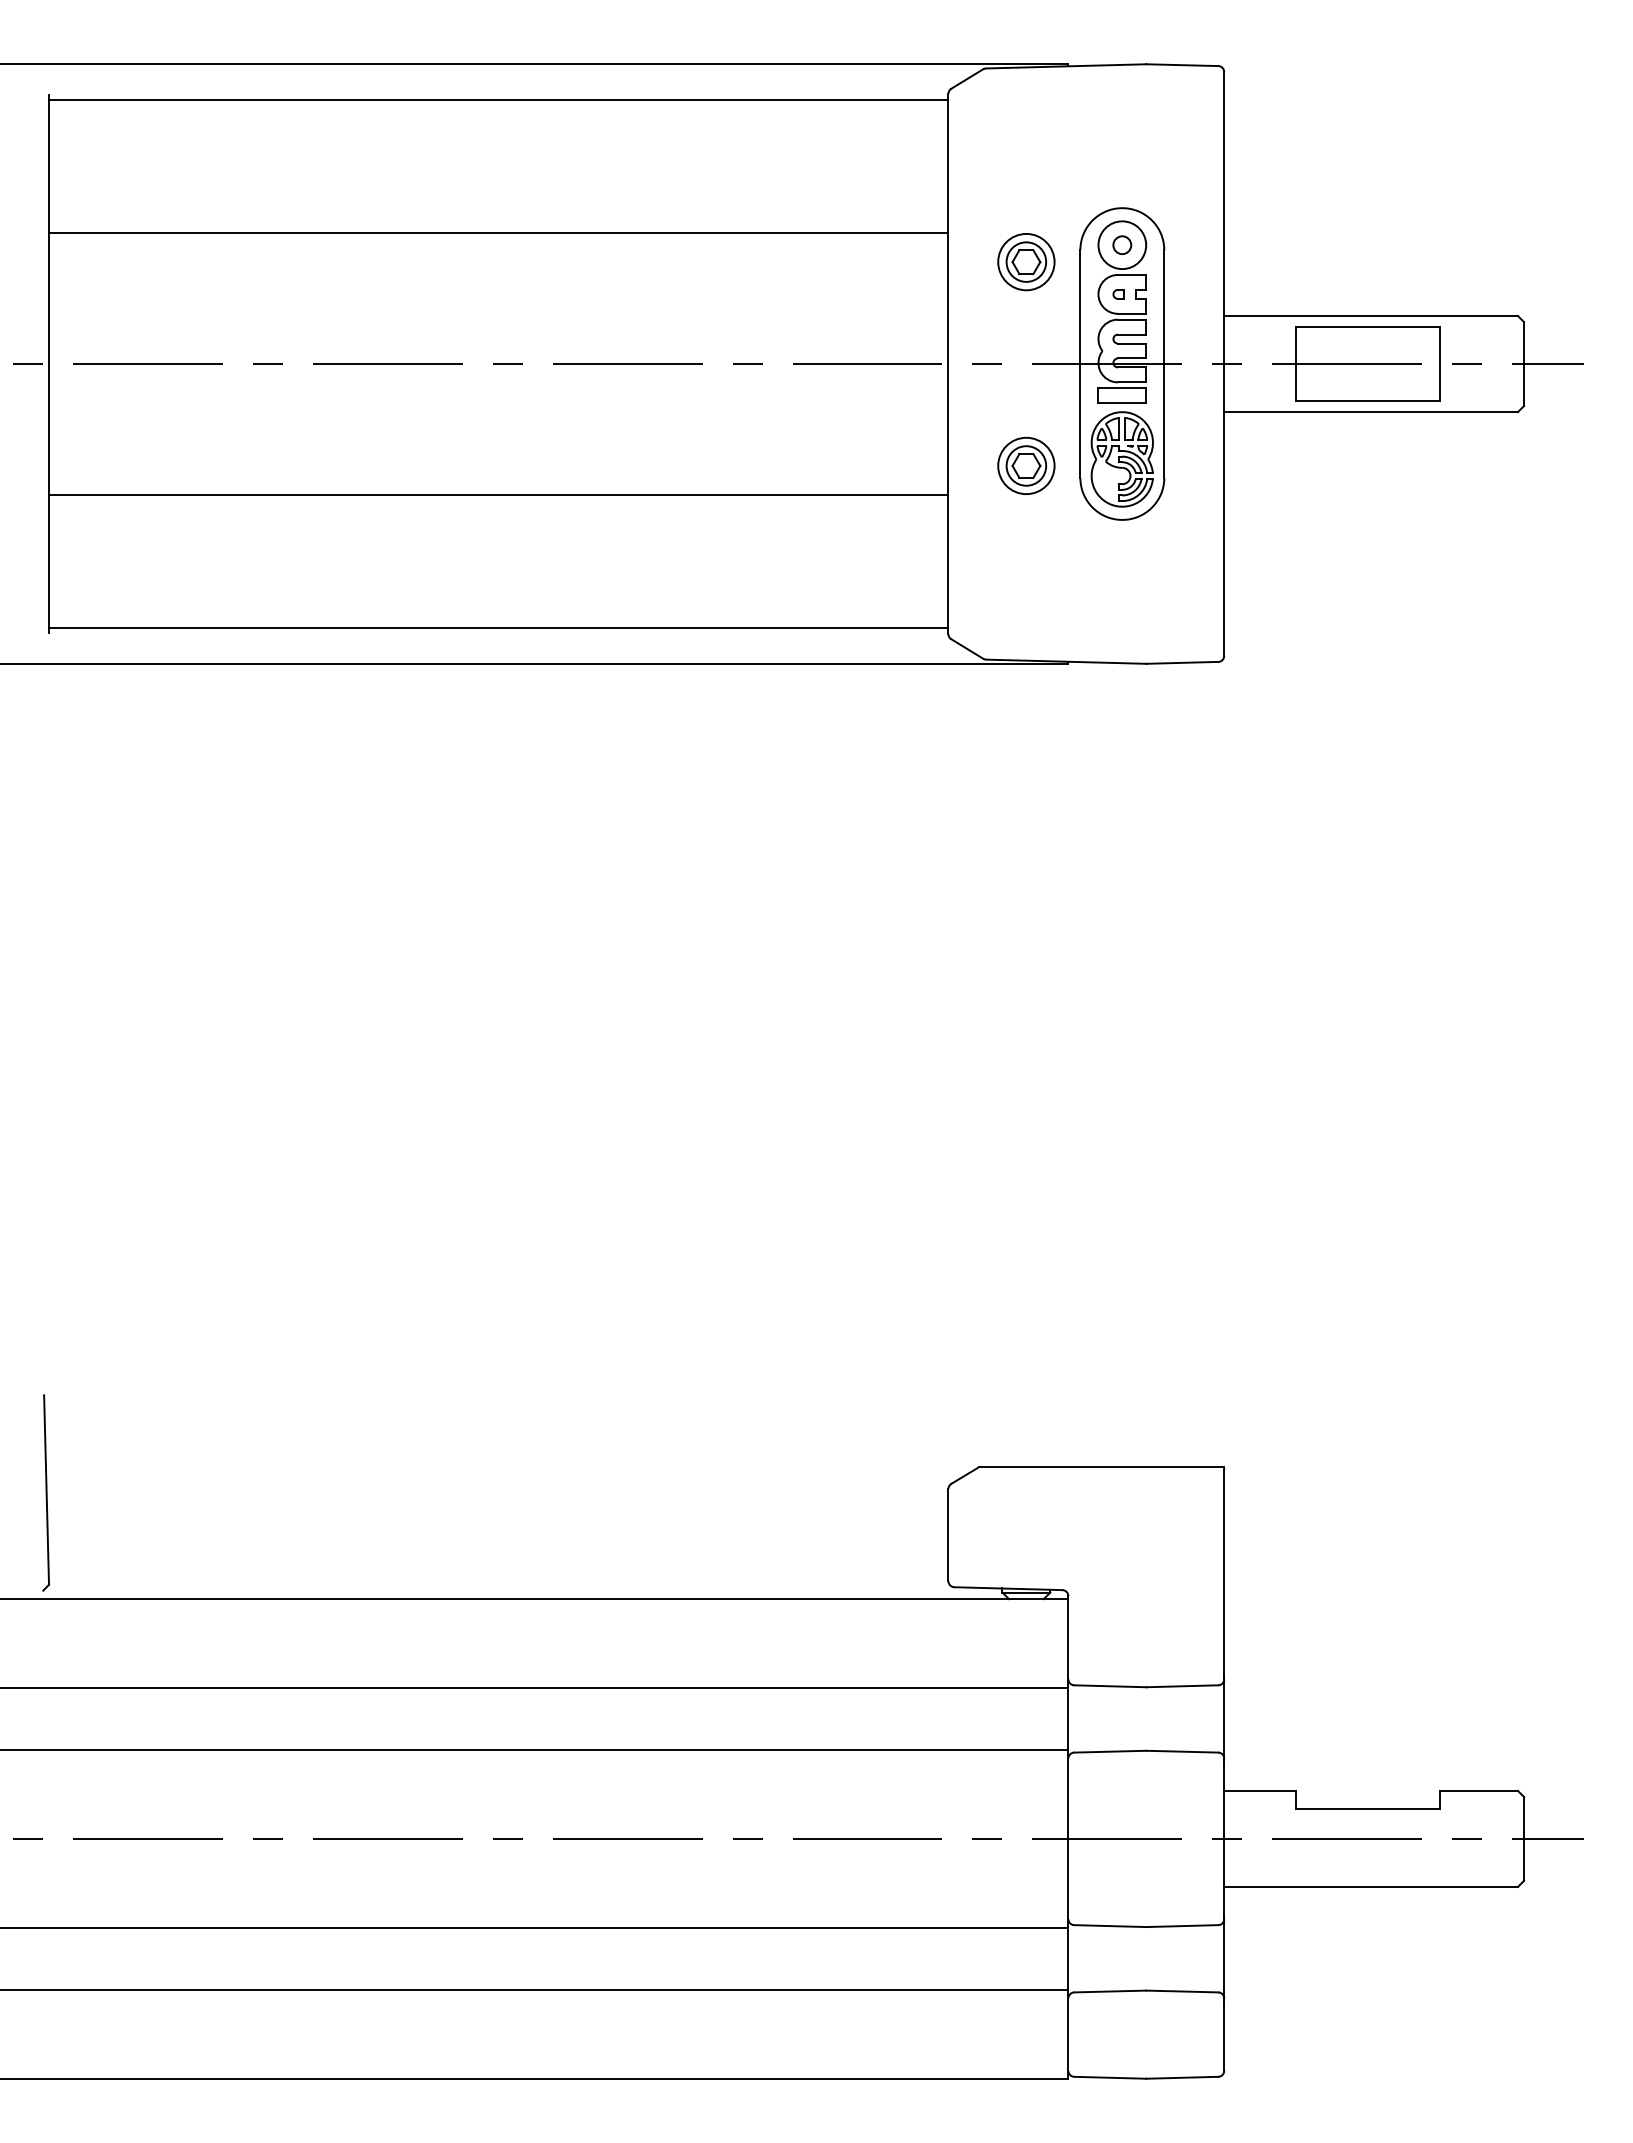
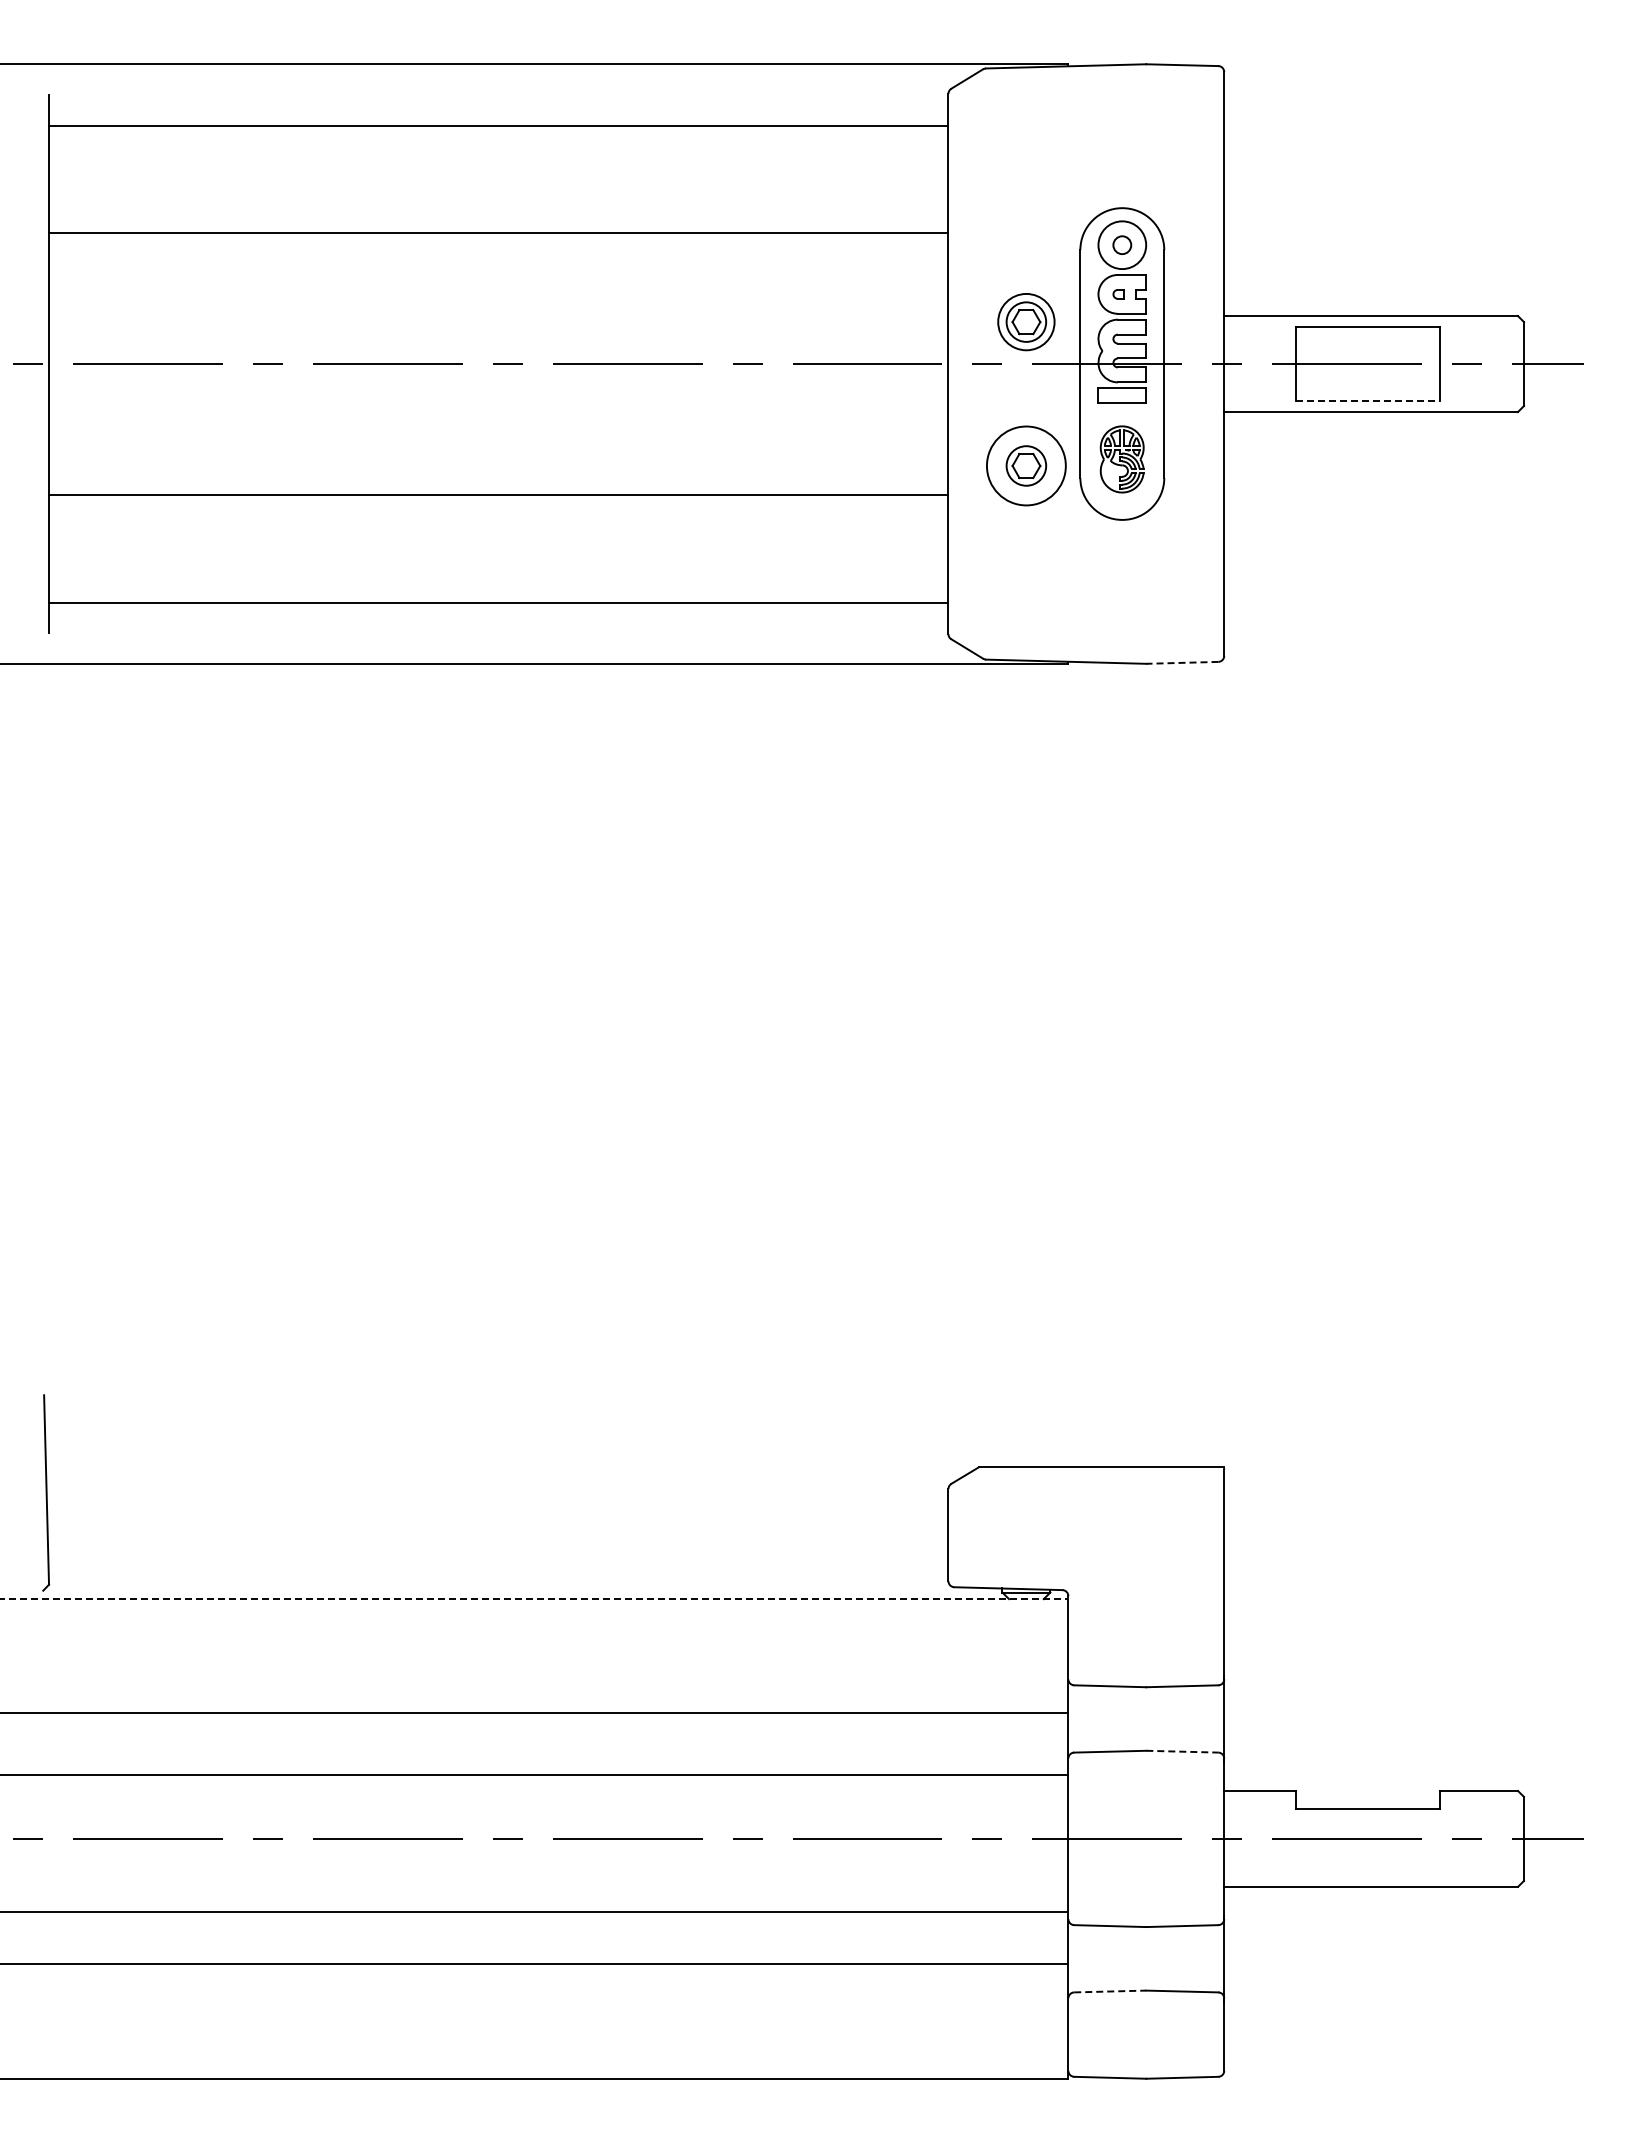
line at (498, 100) position: (498, 100) -> (498, 126)
part at (1026, 262) position: (1026, 262) -> (1026, 322)
line at (1368, 401): solid -> dashed
part at (1121, 459) size: 64x97 px -> 46x69 px
circle at (1026, 465) diameter: 56 px -> 79 px
line at (498, 627) position: (498, 627) -> (498, 602)
line at (1181, 662): solid -> dashed
line at (534, 1599): solid -> dashed
line at (535, 1688) position: (535, 1688) -> (535, 1713)
line at (535, 1749) position: (535, 1749) -> (535, 1774)
line at (1182, 1751): solid -> dashed
line at (535, 1927) position: (535, 1927) -> (535, 1911)
line at (535, 1989) position: (535, 1989) -> (535, 1963)
line at (1110, 1991): solid -> dashed
